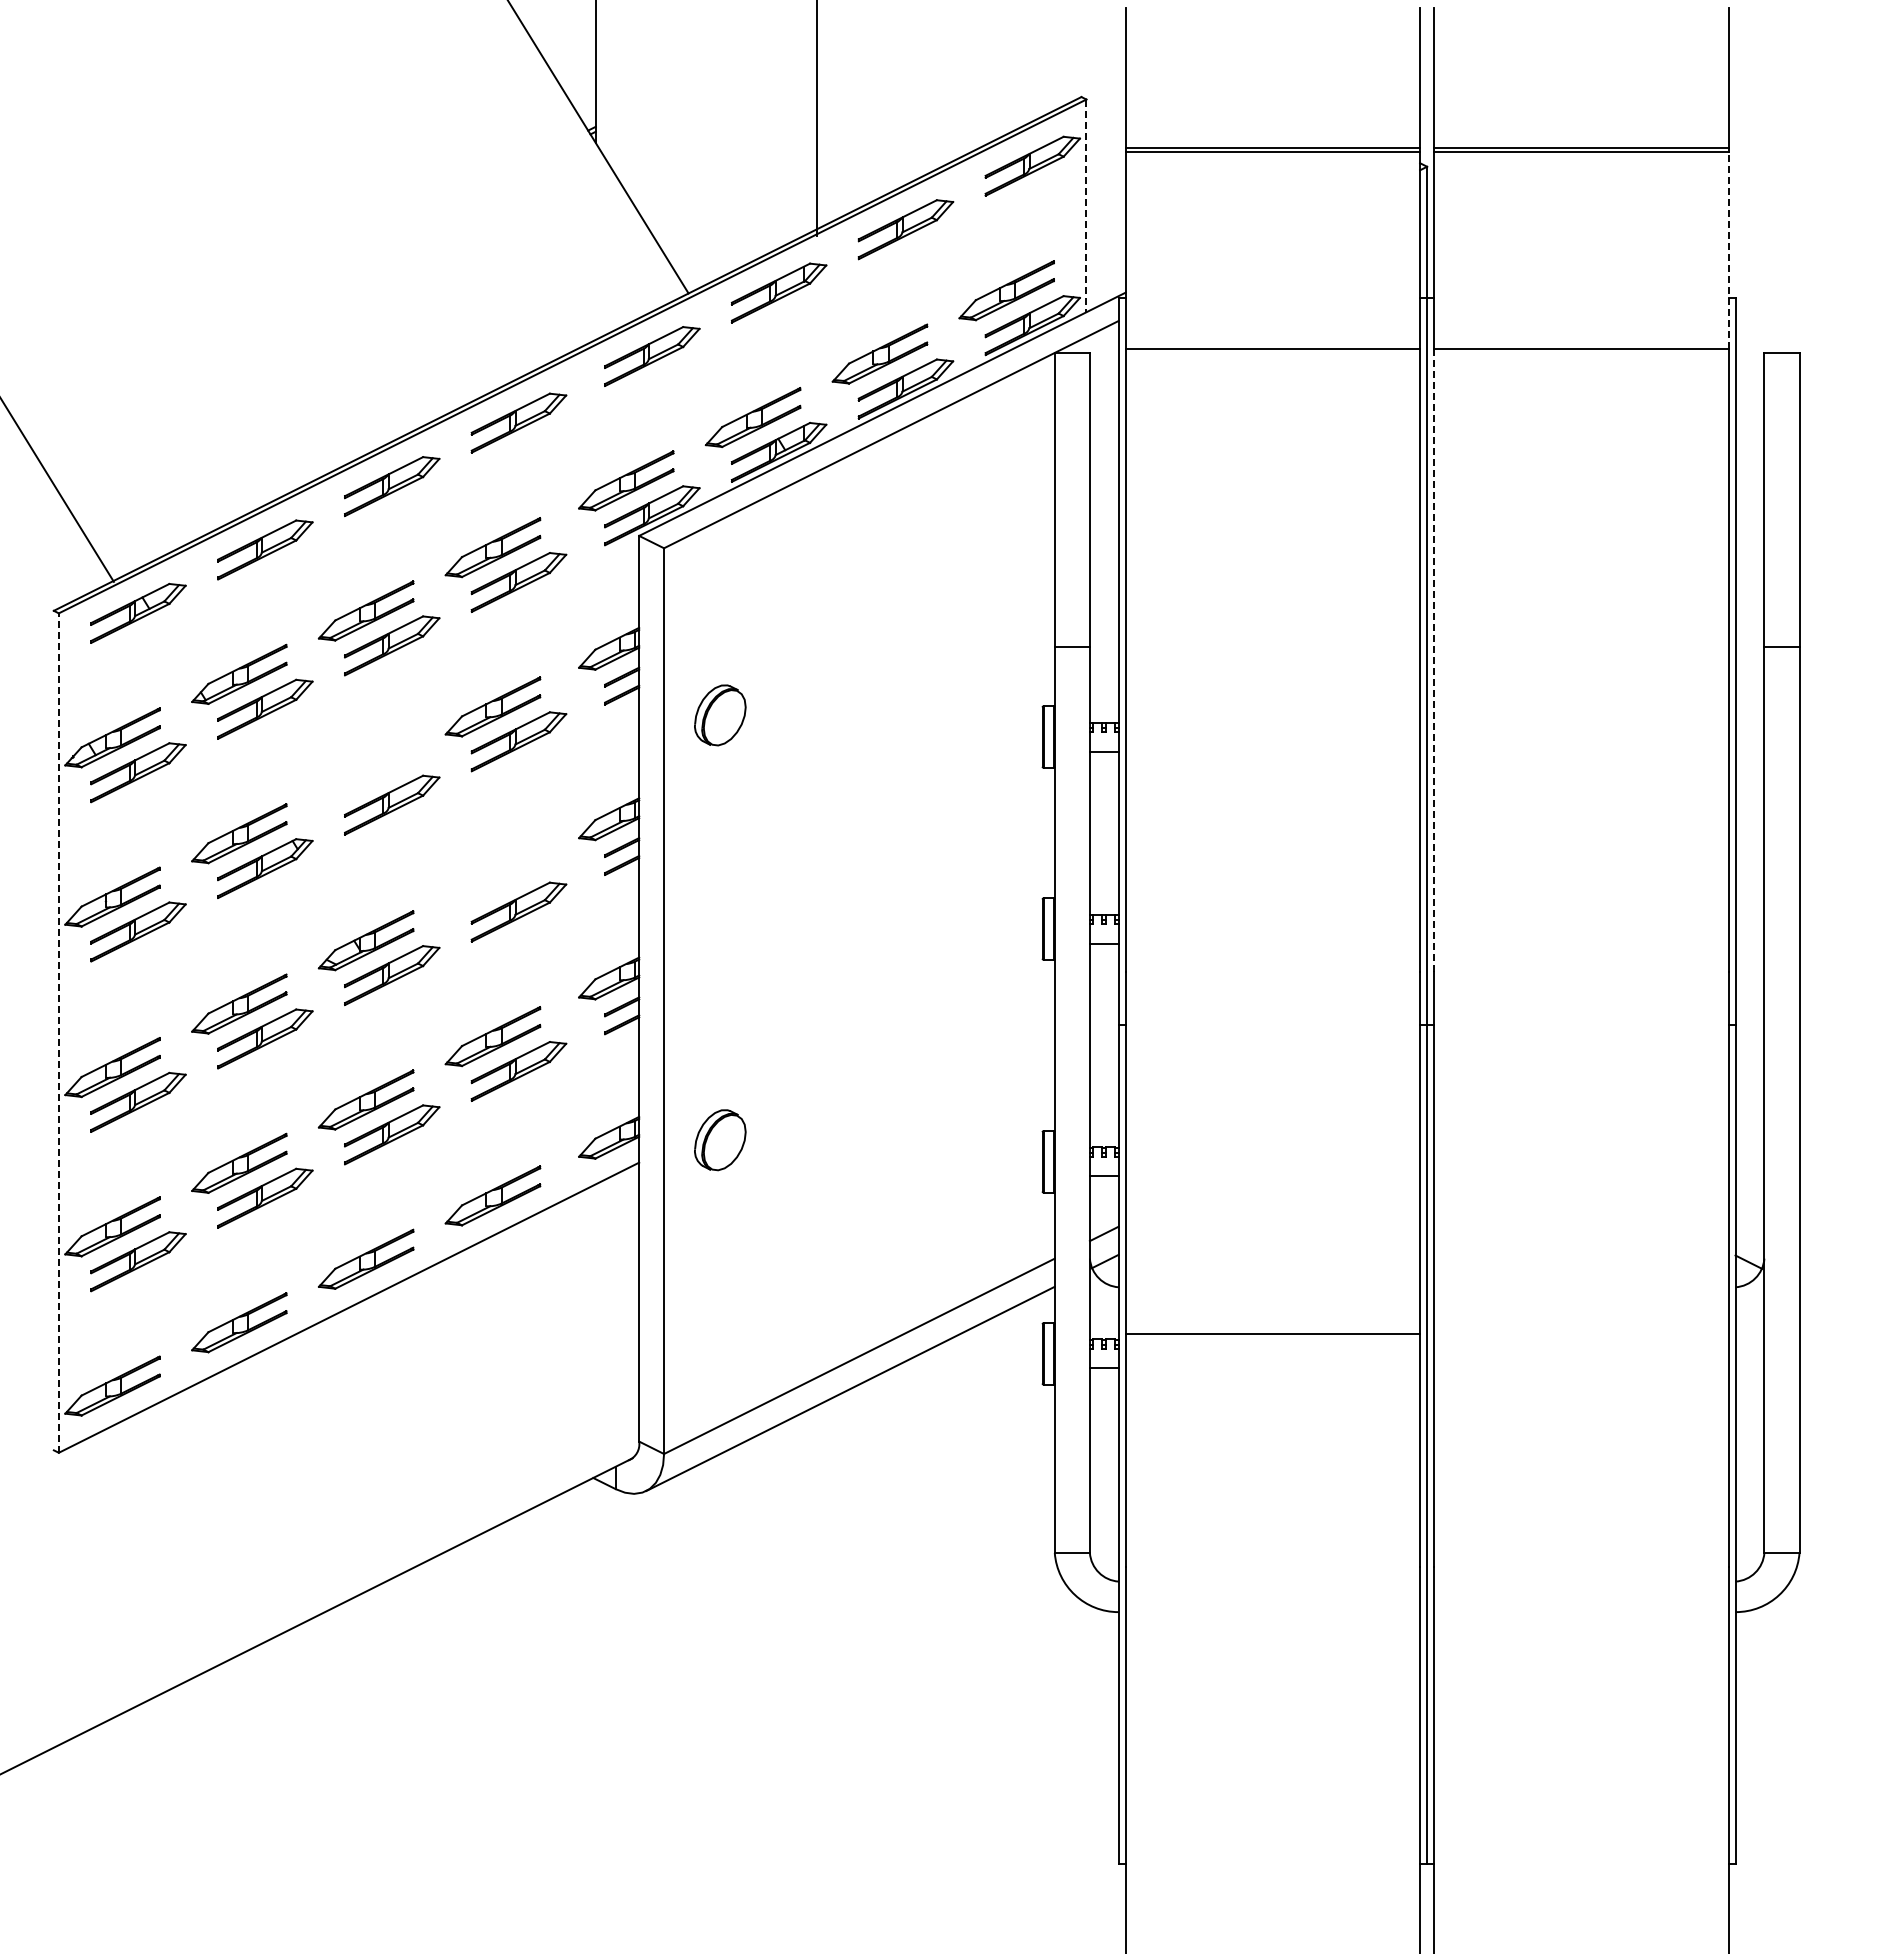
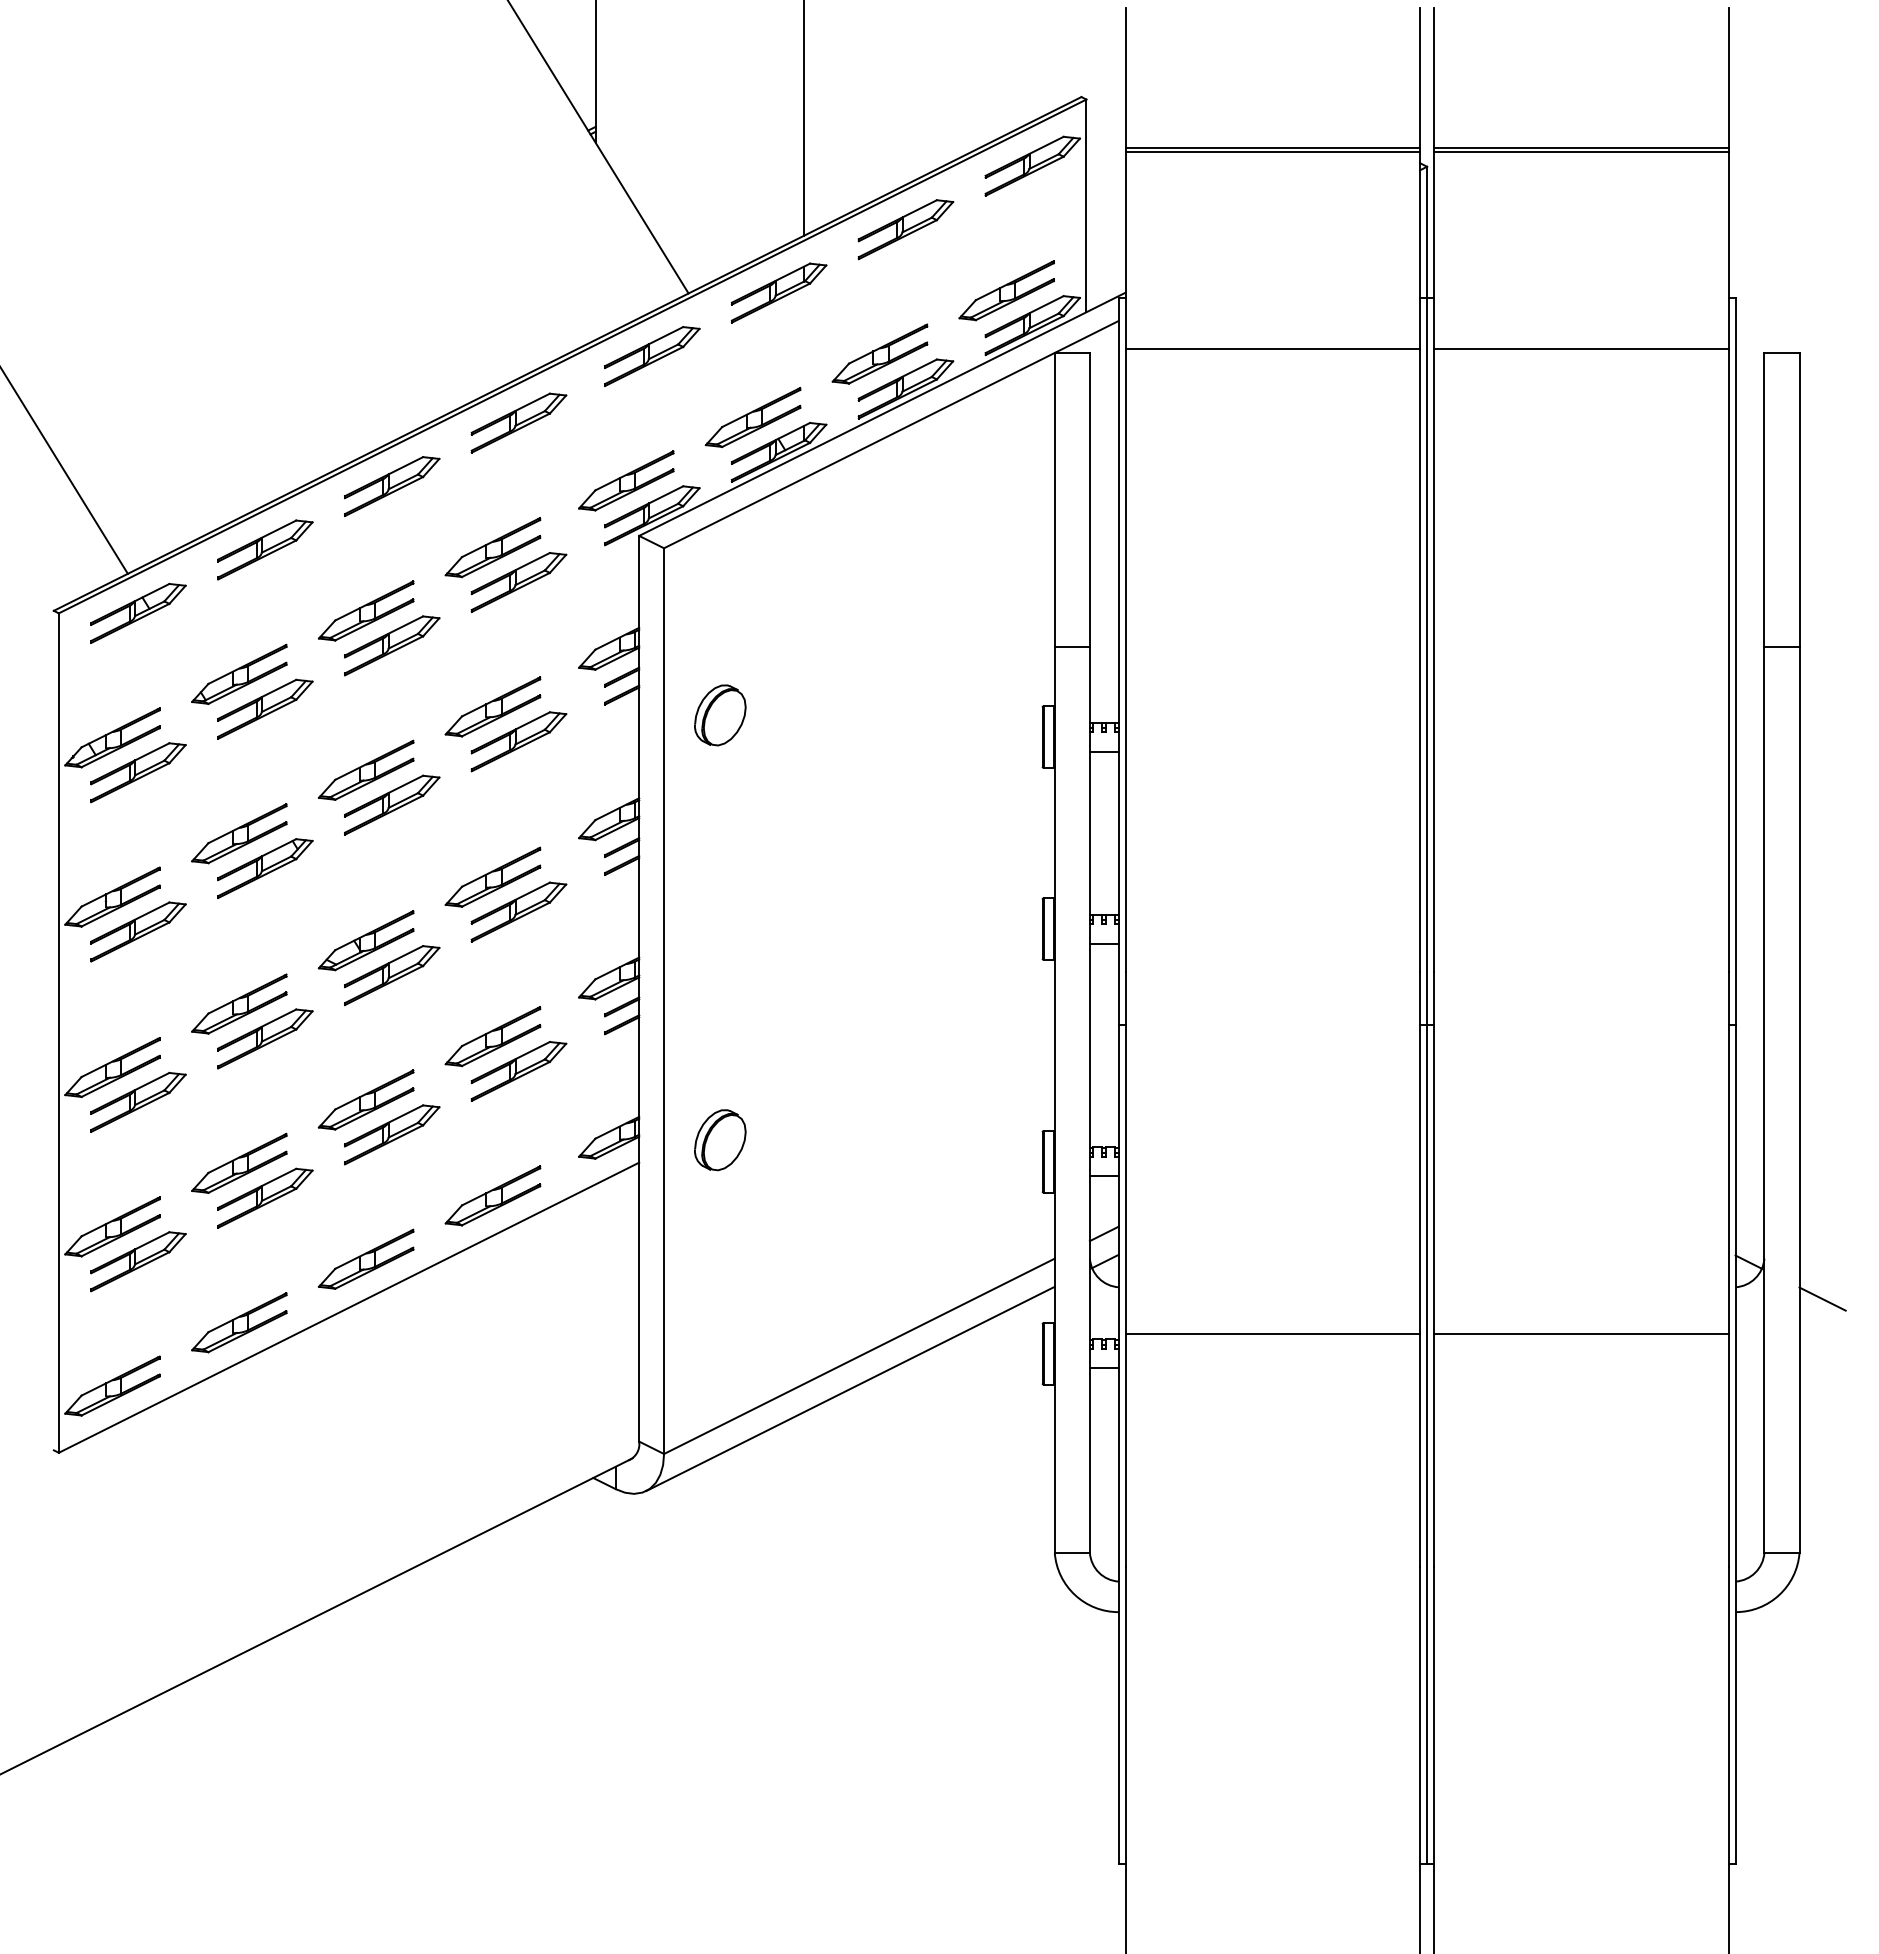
line at (816, 118) position: (816, 118) -> (803, 118)
line at (1086, 206): dashed -> solid
line at (1728, 249): dashed -> solid
line at (57, 491) position: (57, 491) -> (64, 471)
line at (1434, 660): dashed -> solid
part at (366, 769): none -> present
part at (492, 876): none -> present
line at (58, 1033): dashed -> solid
line at (1822, 1298): none -> present
line at (1581, 1333): none -> present
